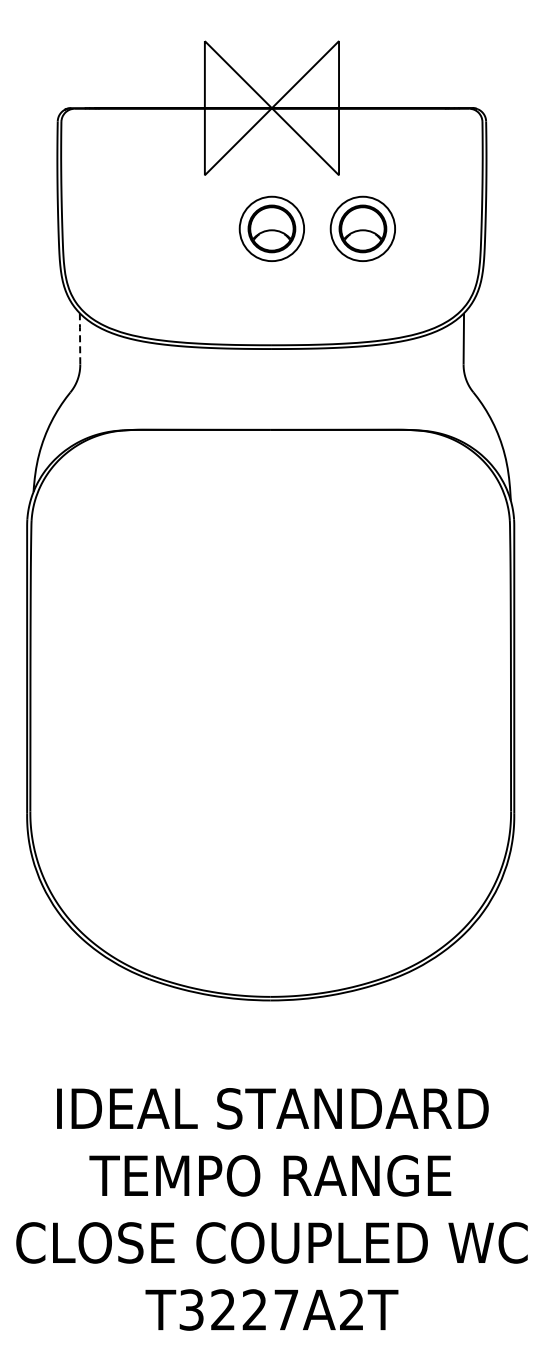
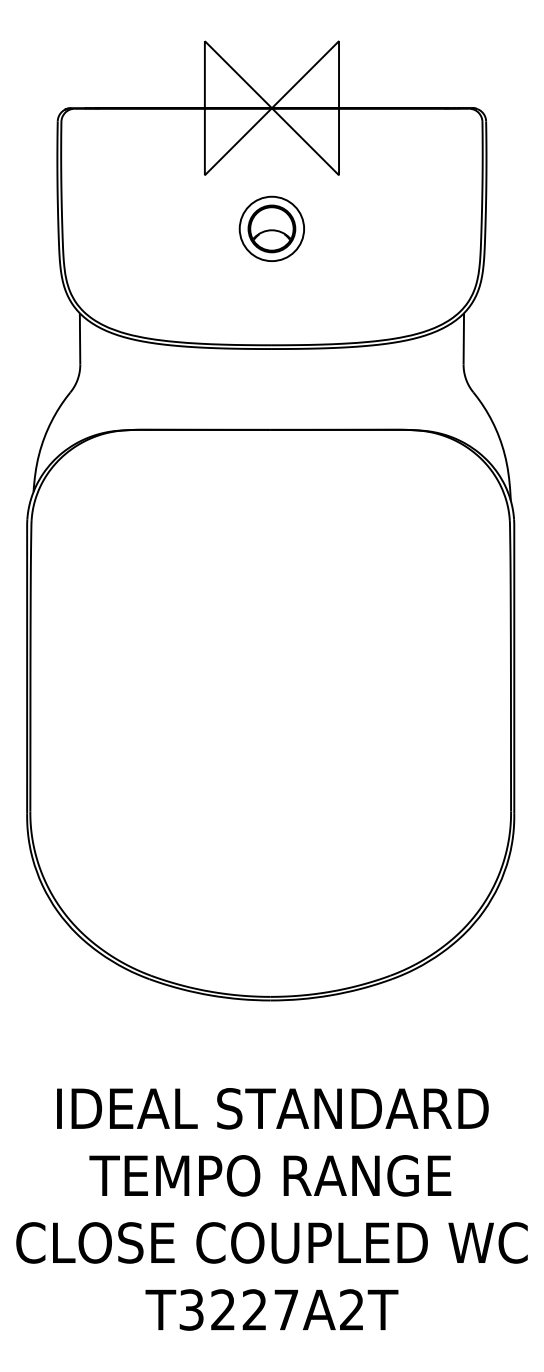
part at (362, 228): present -> none
line at (80, 338): dashed -> solid
